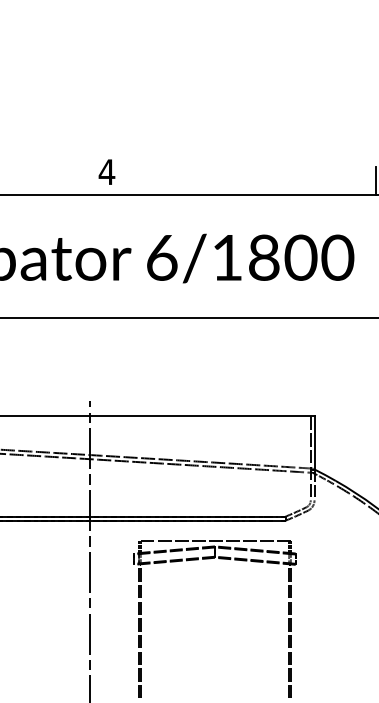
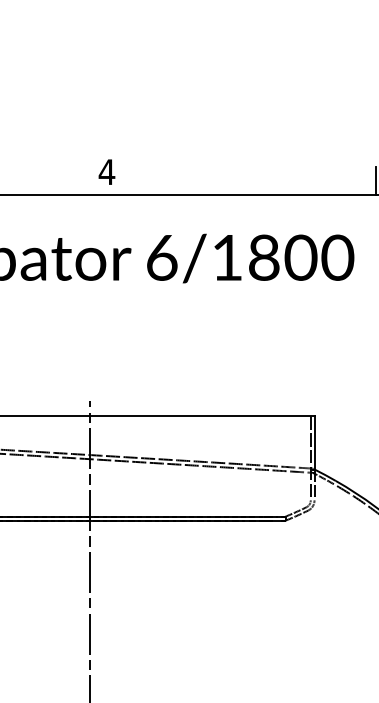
line at (188, 317): present -> none
part at (210, 559): present -> none
